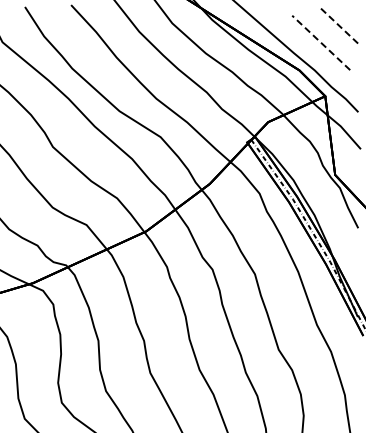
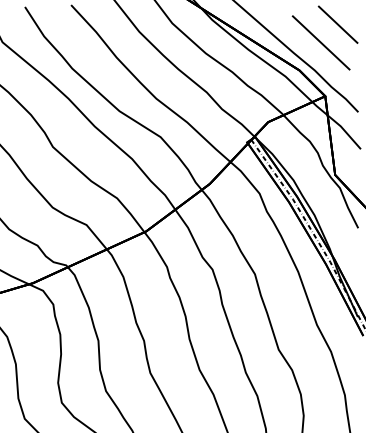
line at (337, 24): dashed -> solid
line at (321, 42): dashed -> solid
